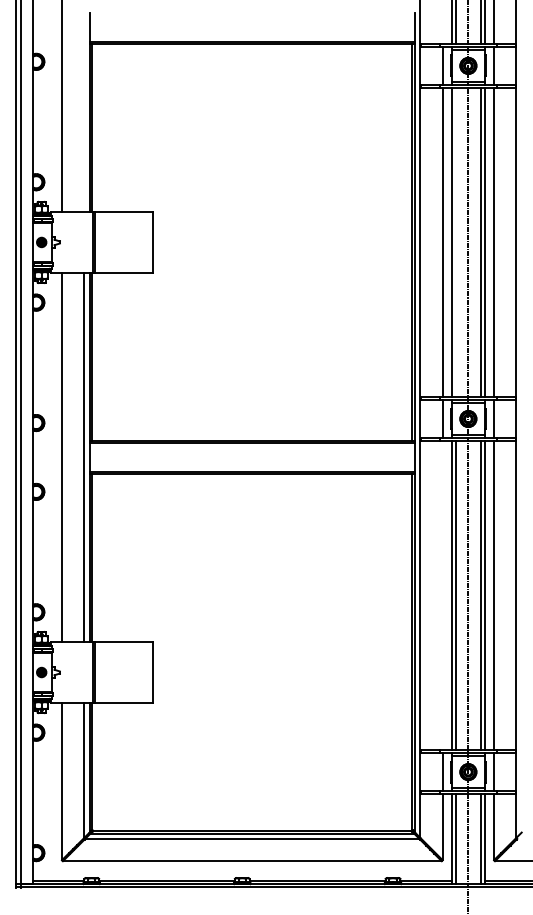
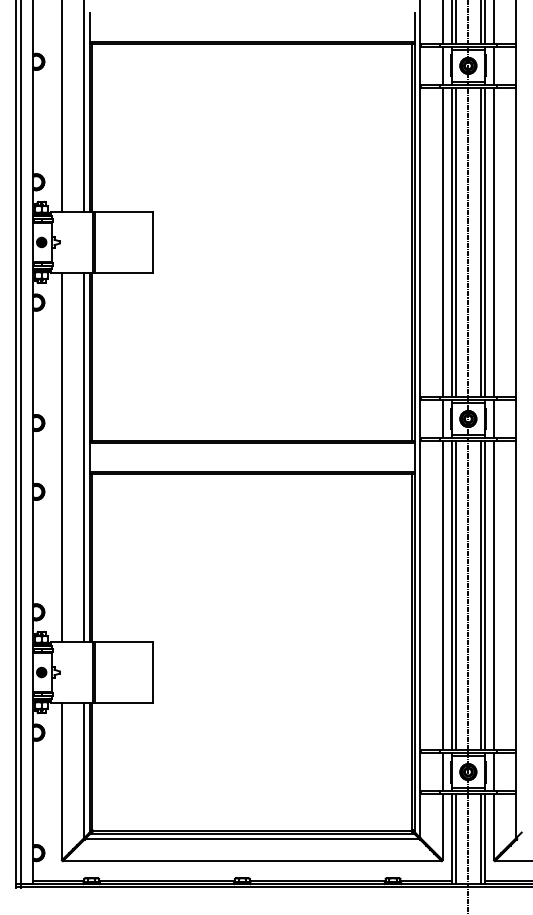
line at (442, 23): none -> present
line at (84, 107): none -> present
line at (456, 242): none -> present
line at (442, 595): none -> present
